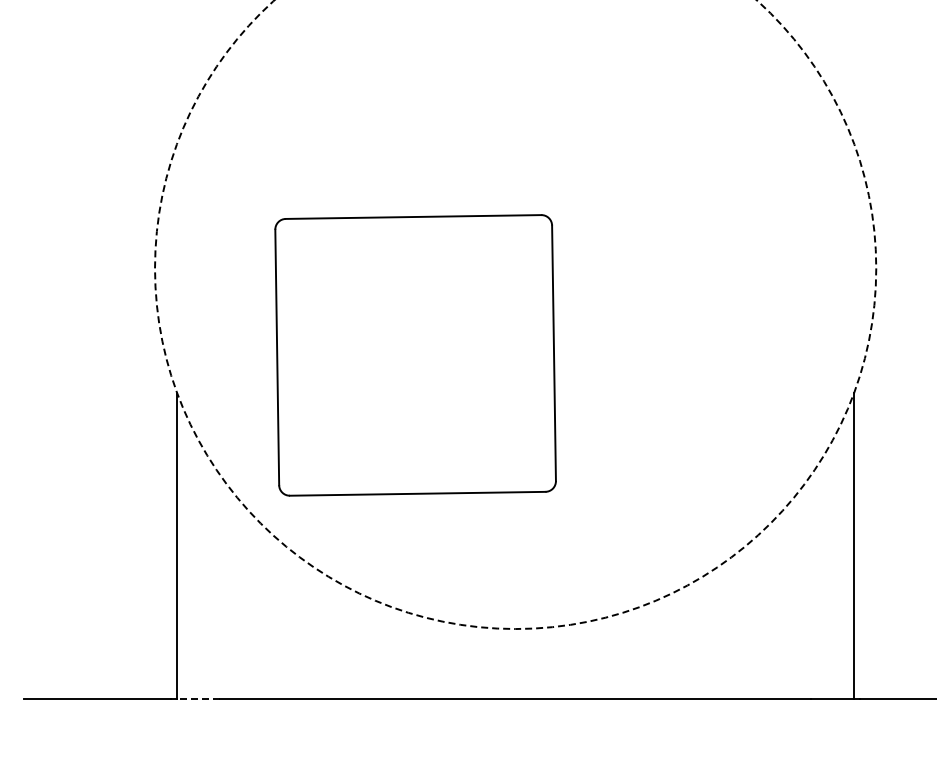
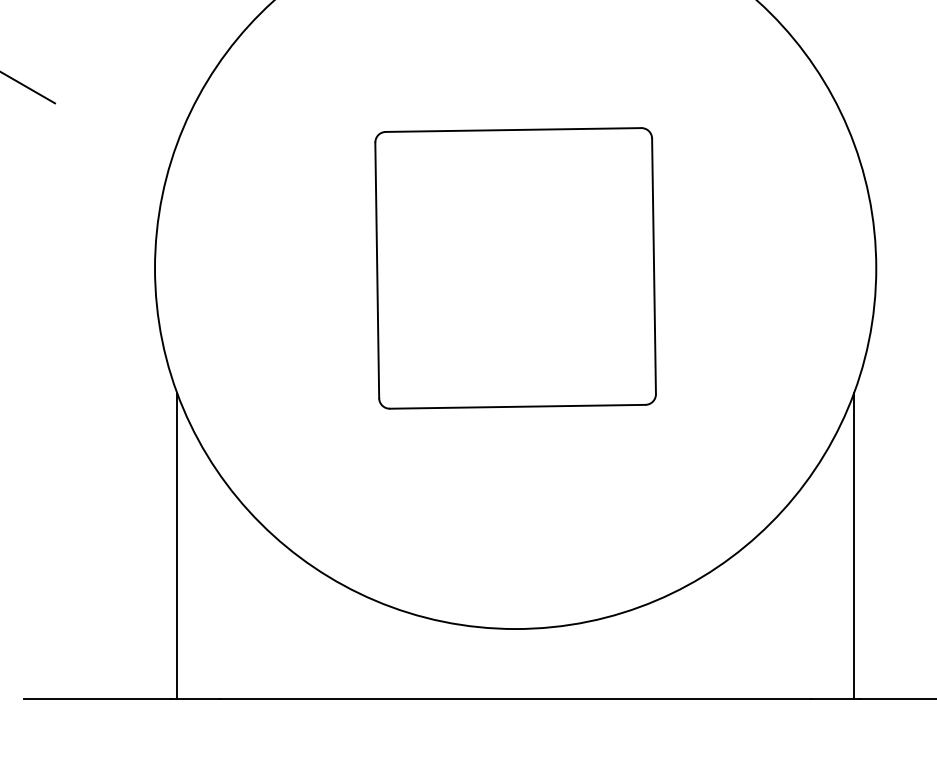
line at (28, 87): none -> present
circle at (515, 314): dashed -> solid
part at (415, 355) position: (415, 355) -> (515, 268)
line at (198, 699): dashed -> solid
